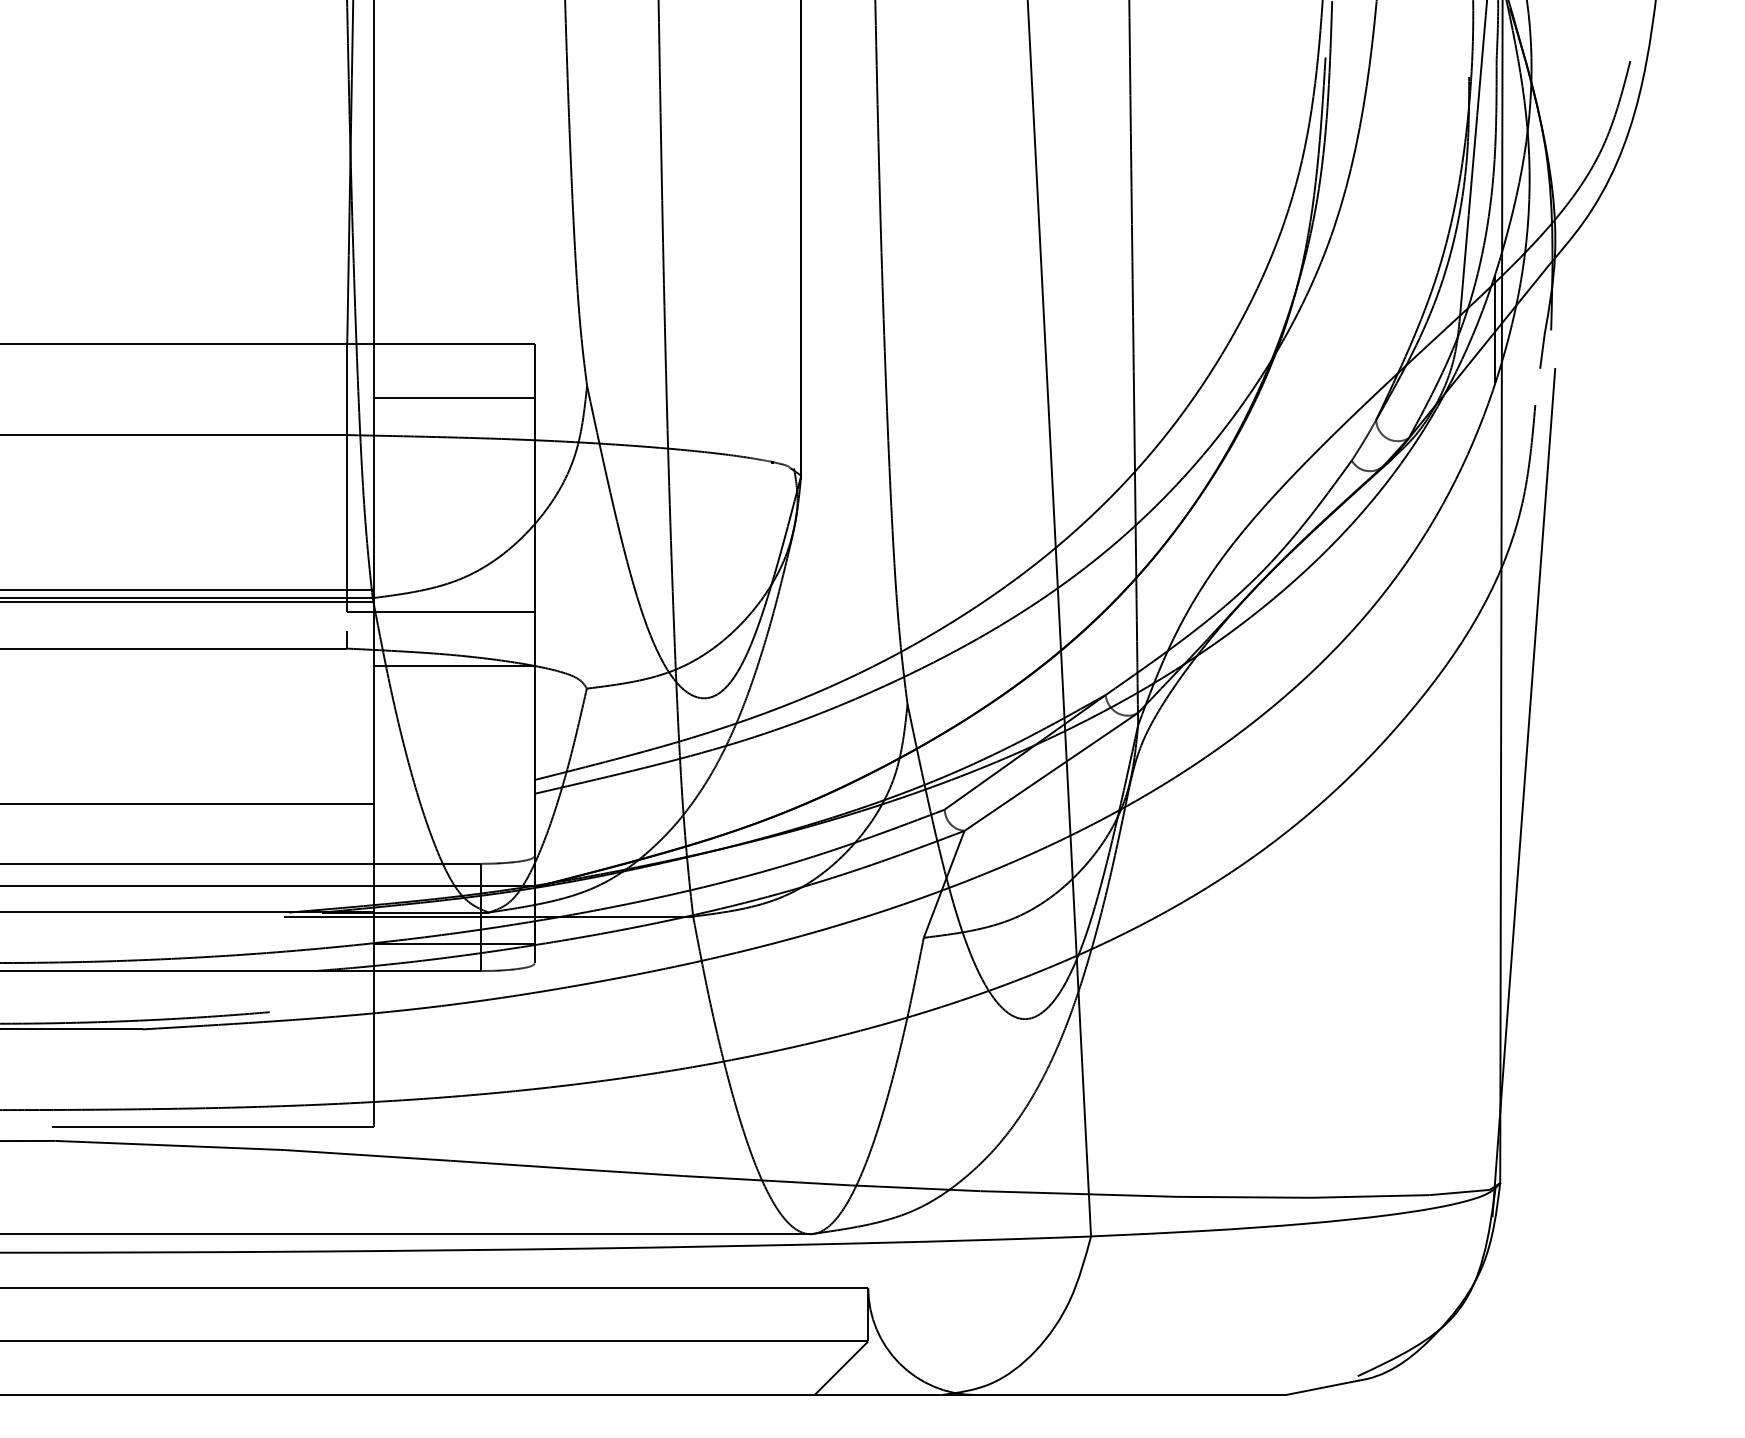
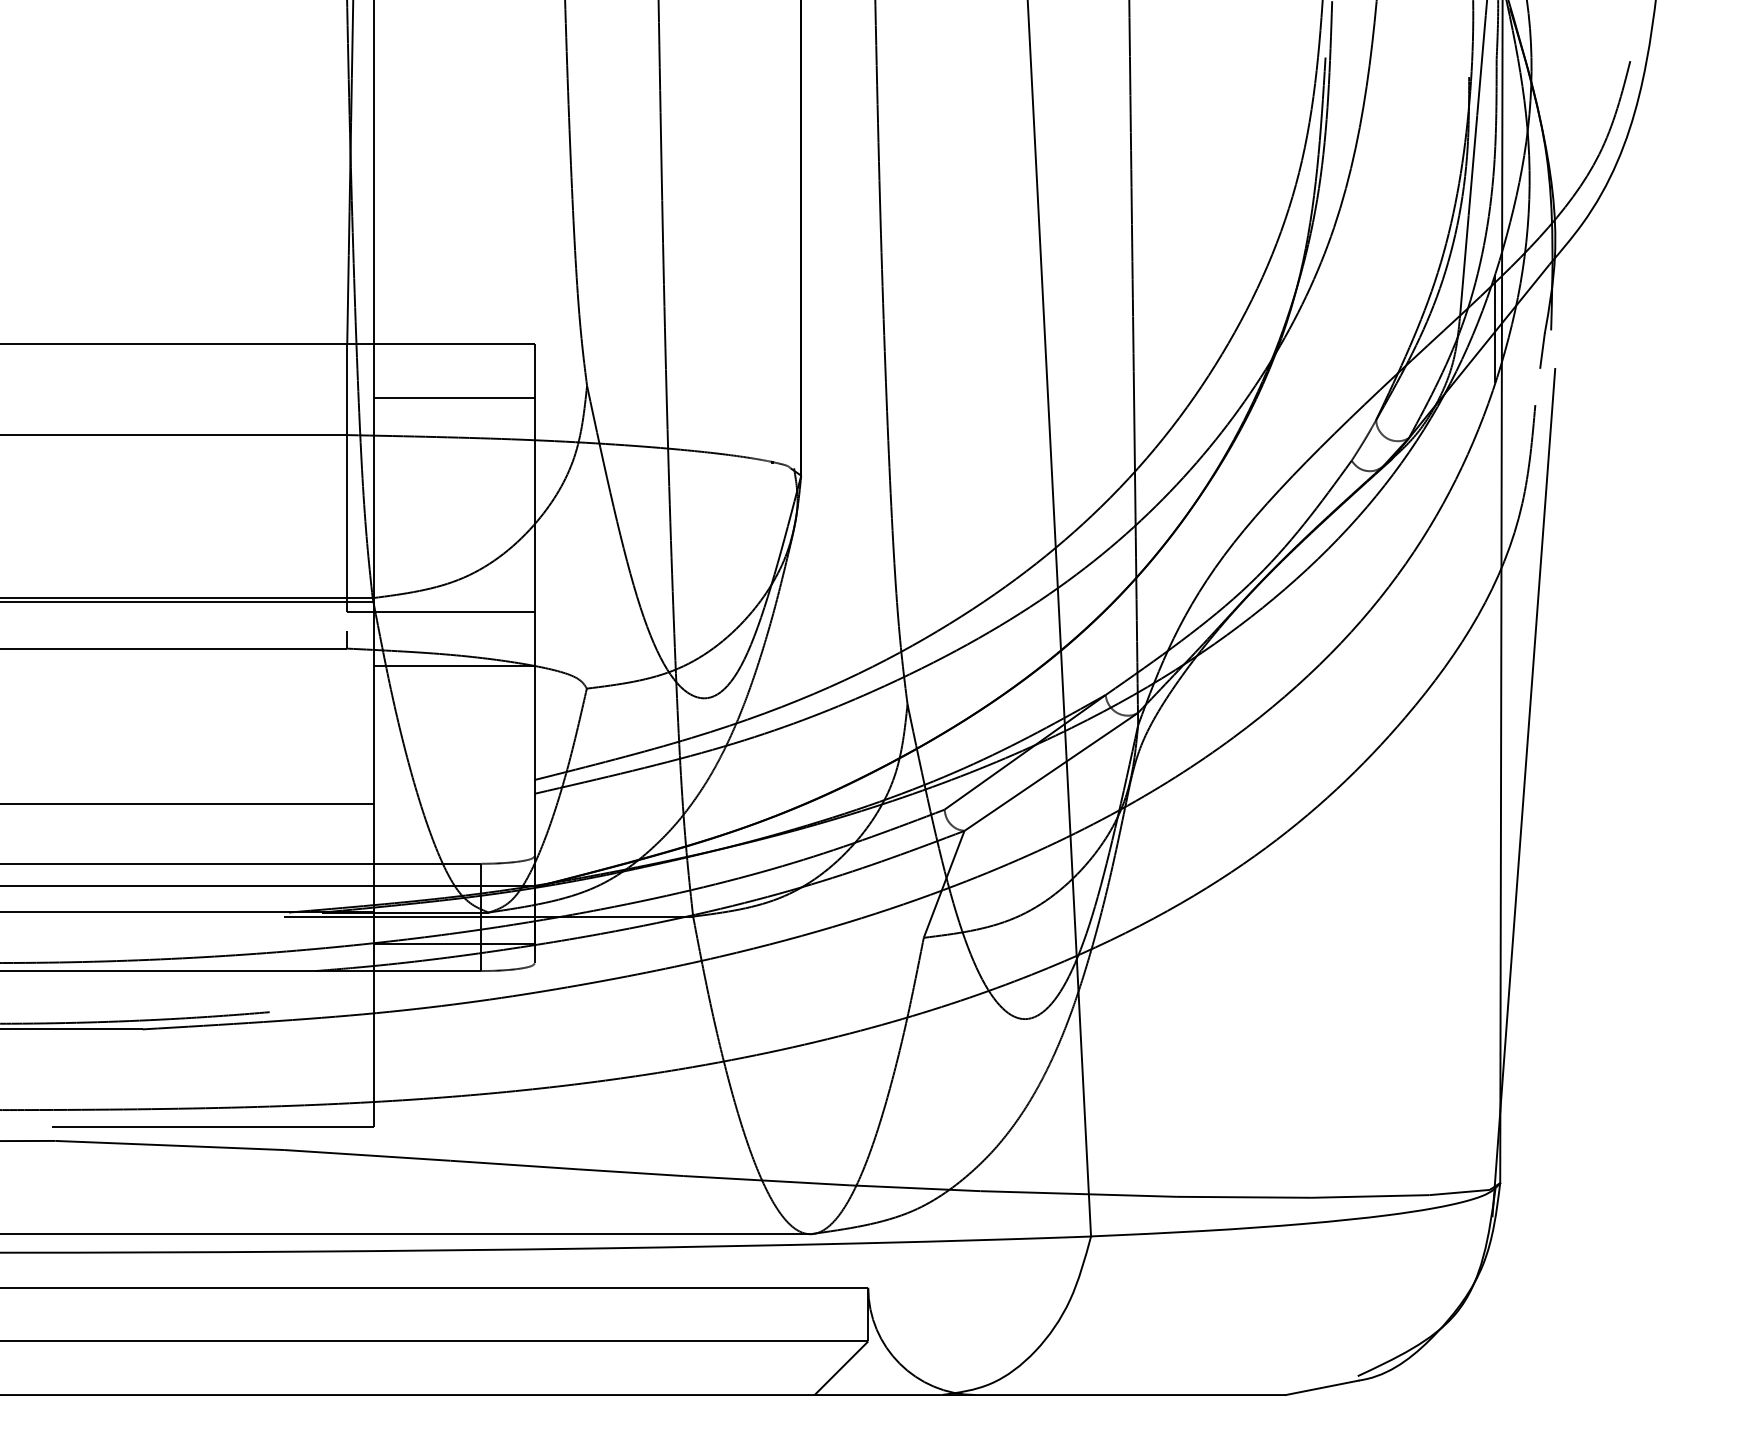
line at (188, 589): present -> none
